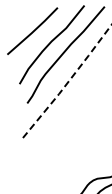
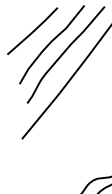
line at (67, 83): dashed -> solid
